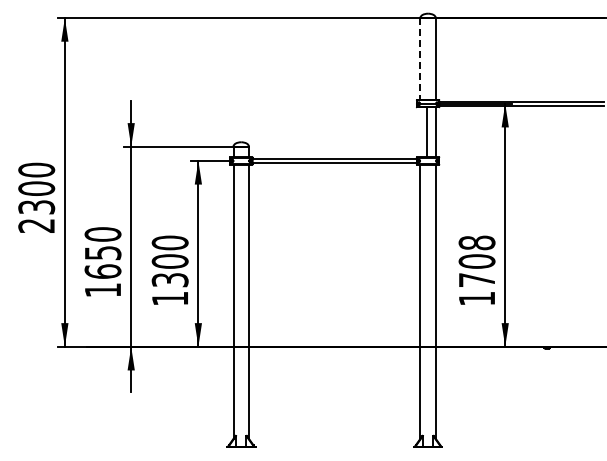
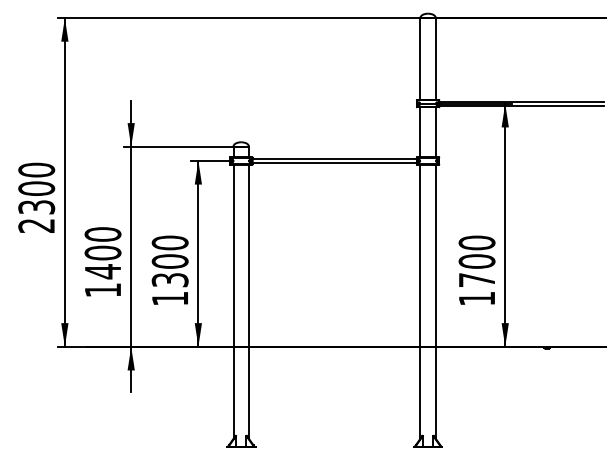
line at (420, 59): dashed -> solid
line at (427, 132) position: (427, 132) -> (420, 132)
text at (476, 242): 1708 -> 1700
text at (102, 262): 1650 -> 1400
